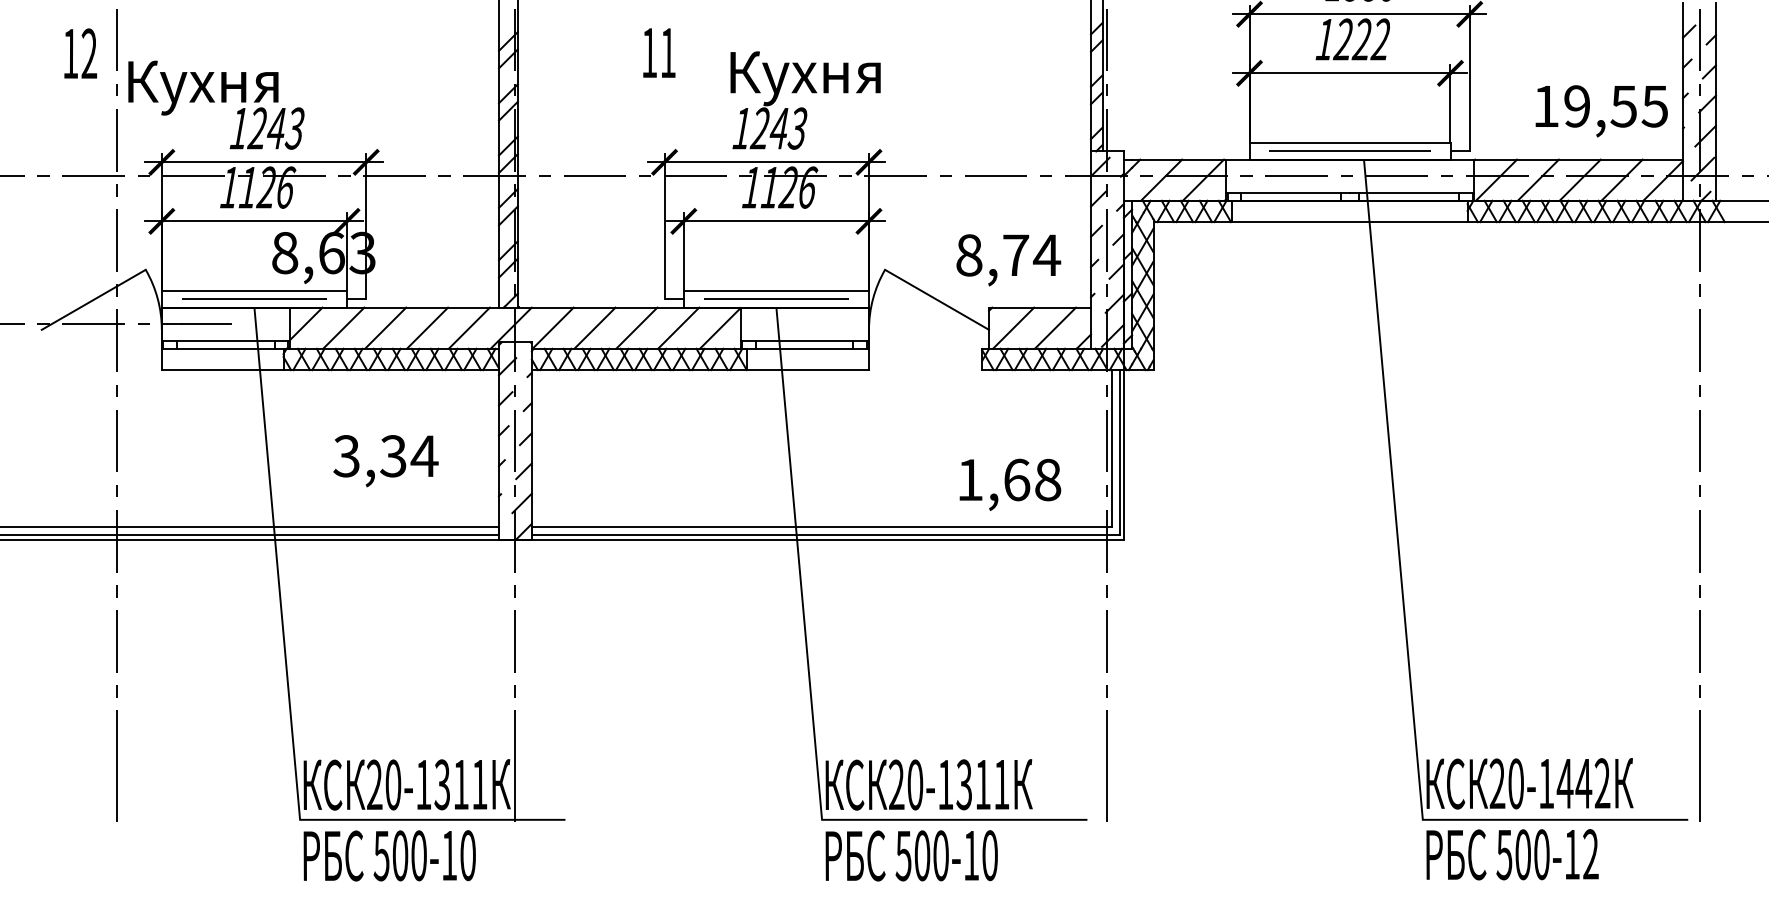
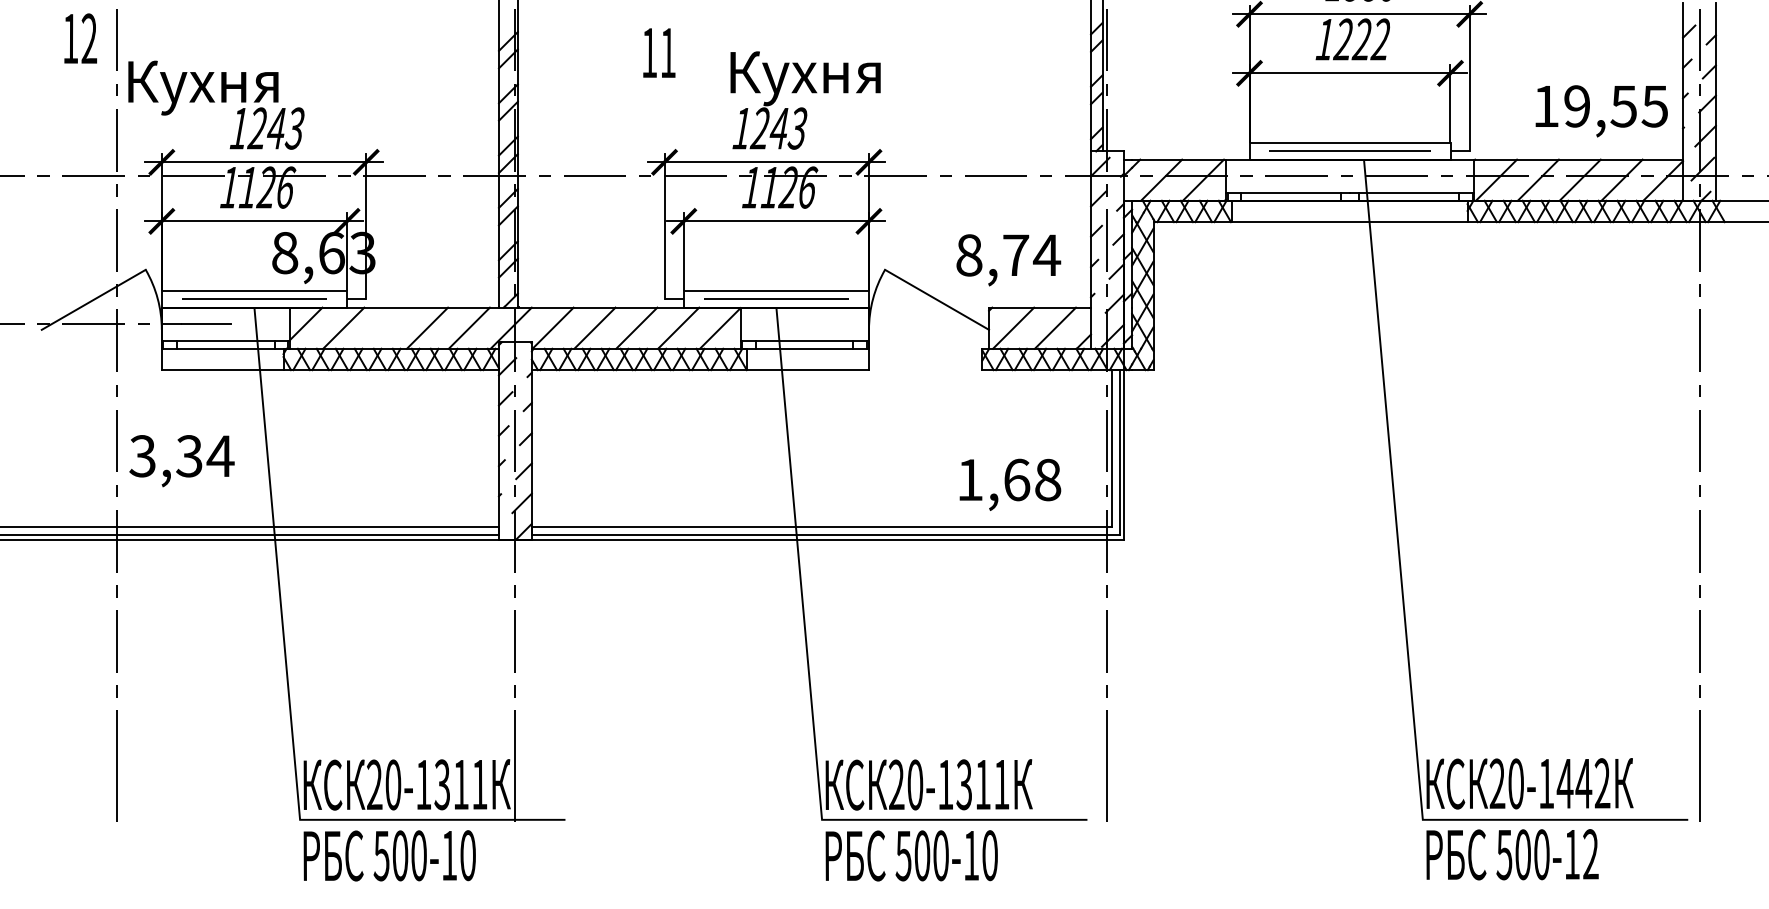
text at (80, 53) position: (80, 53) -> (80, 38)
line at (385, 327): present -> none
text at (385, 461) position: (385, 461) -> (181, 461)
